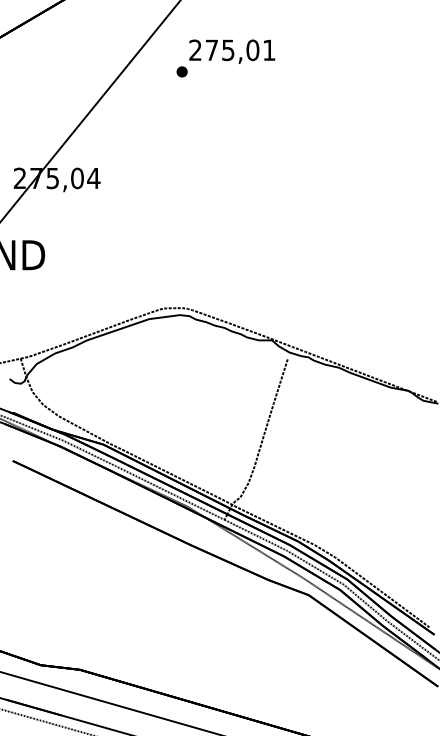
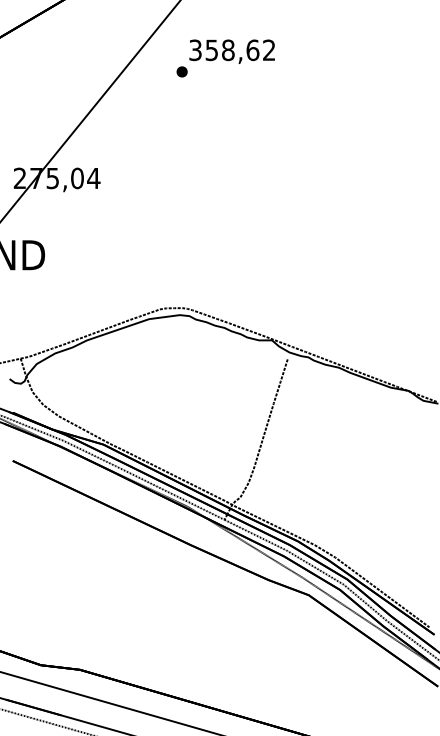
text at (232, 50): 275,01 -> 358,62
